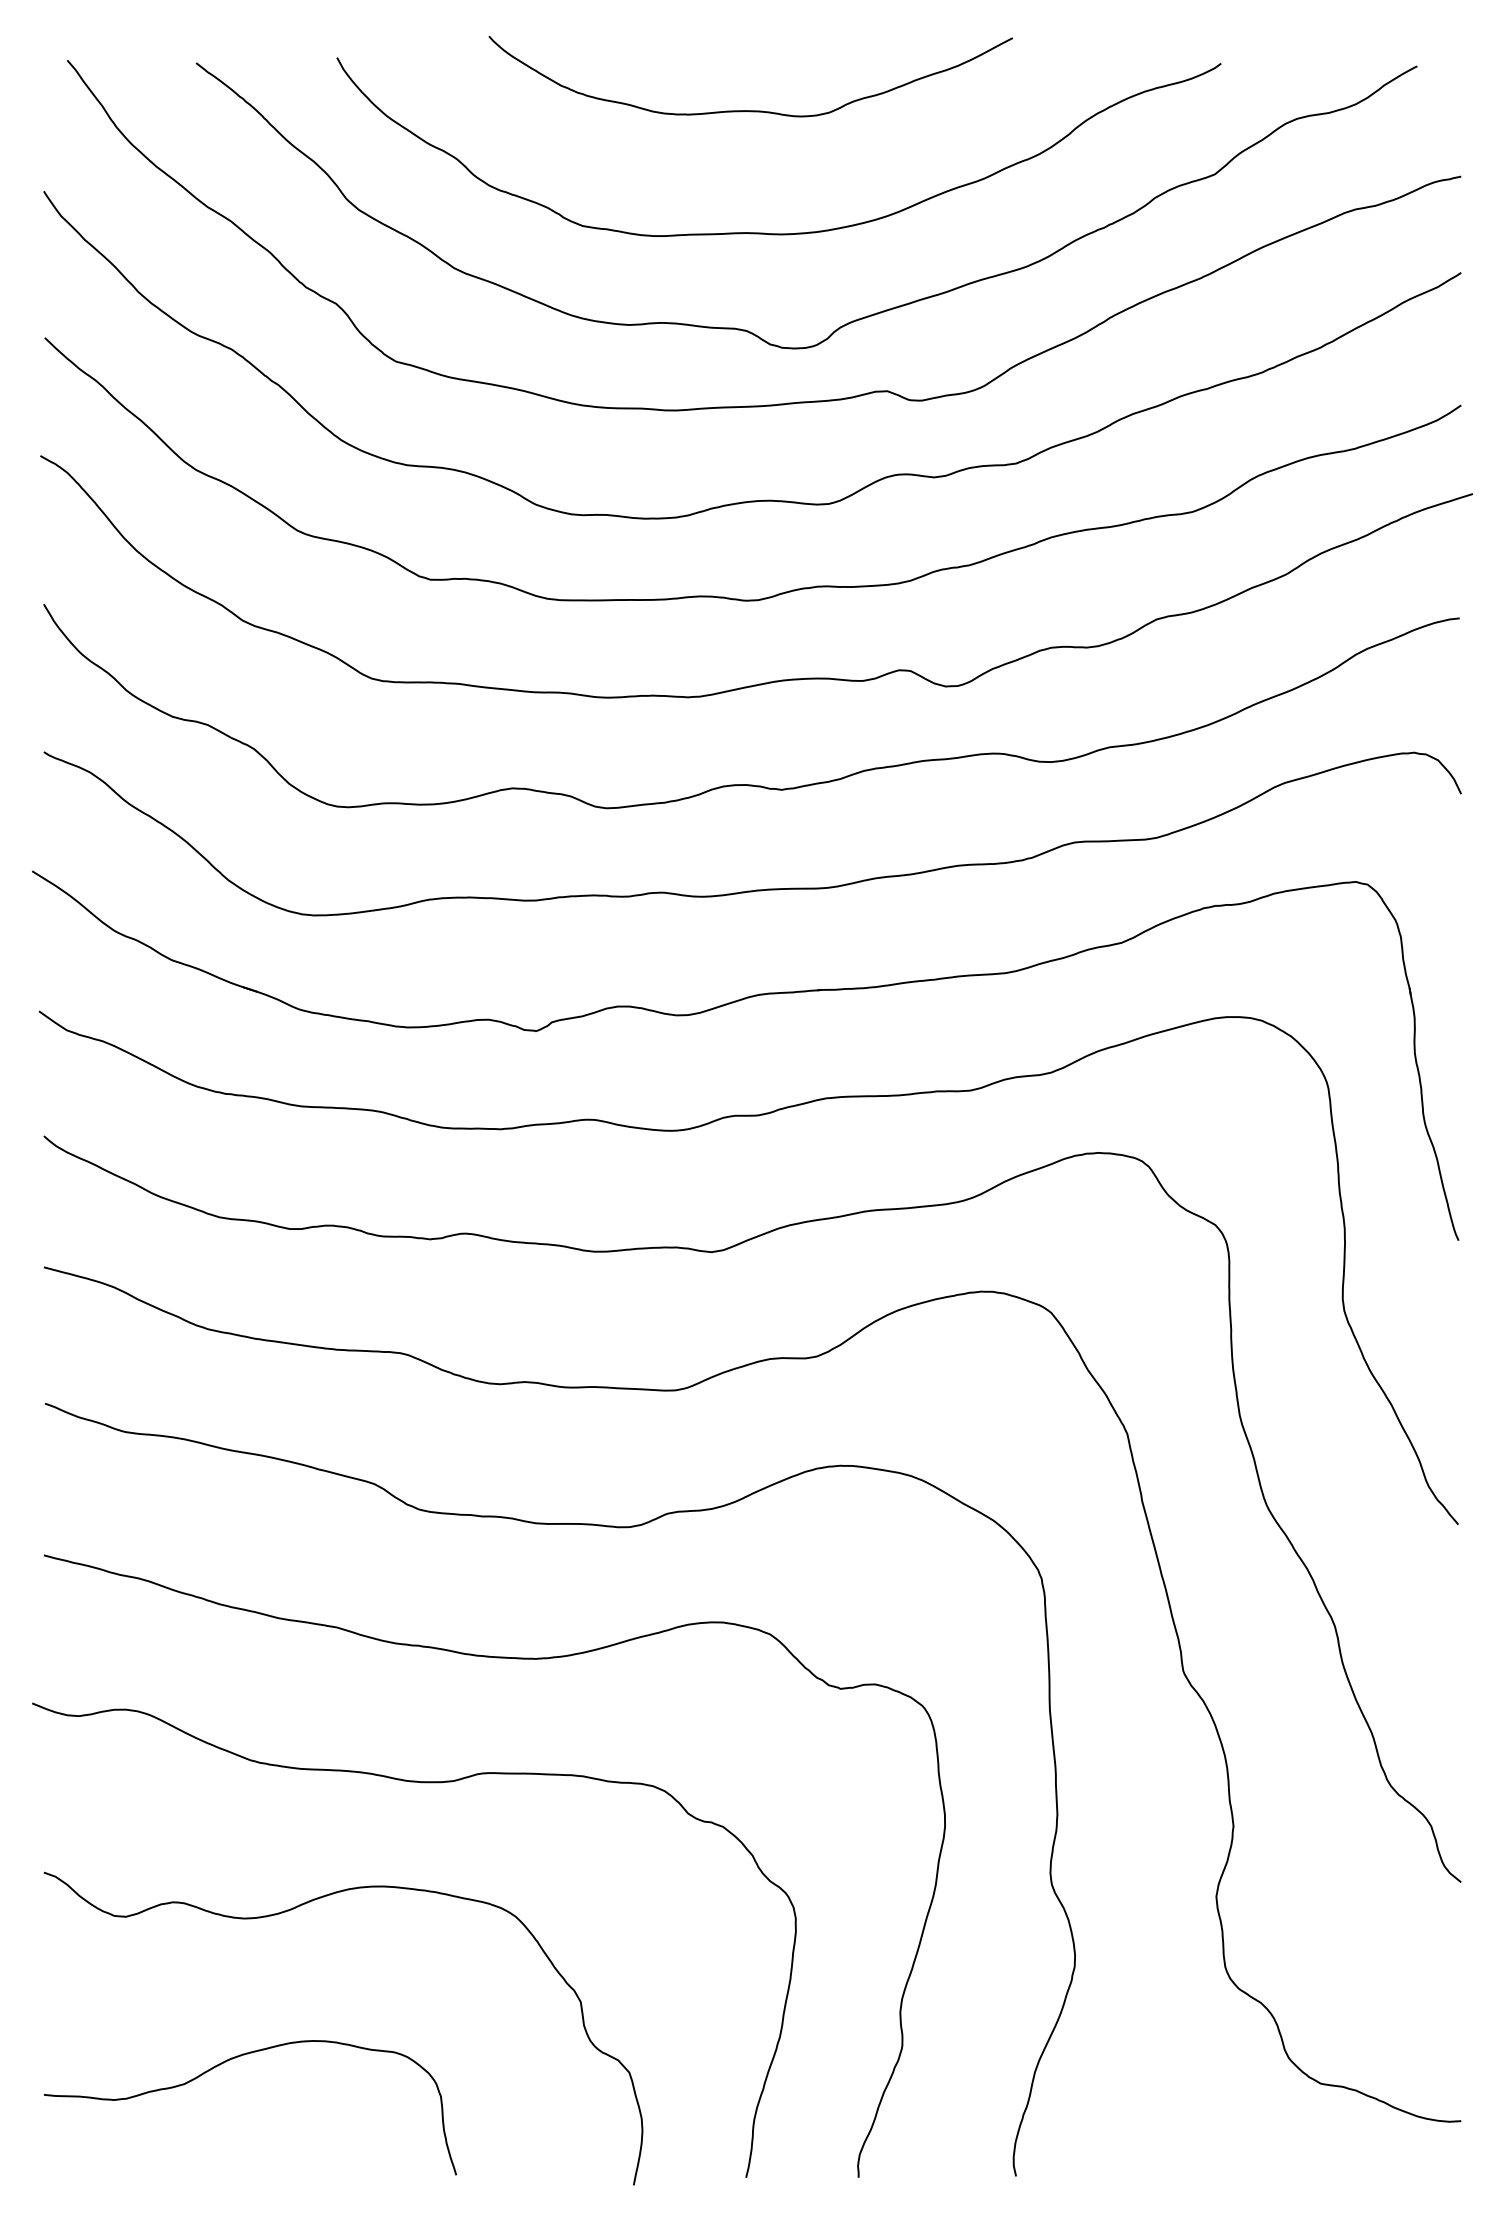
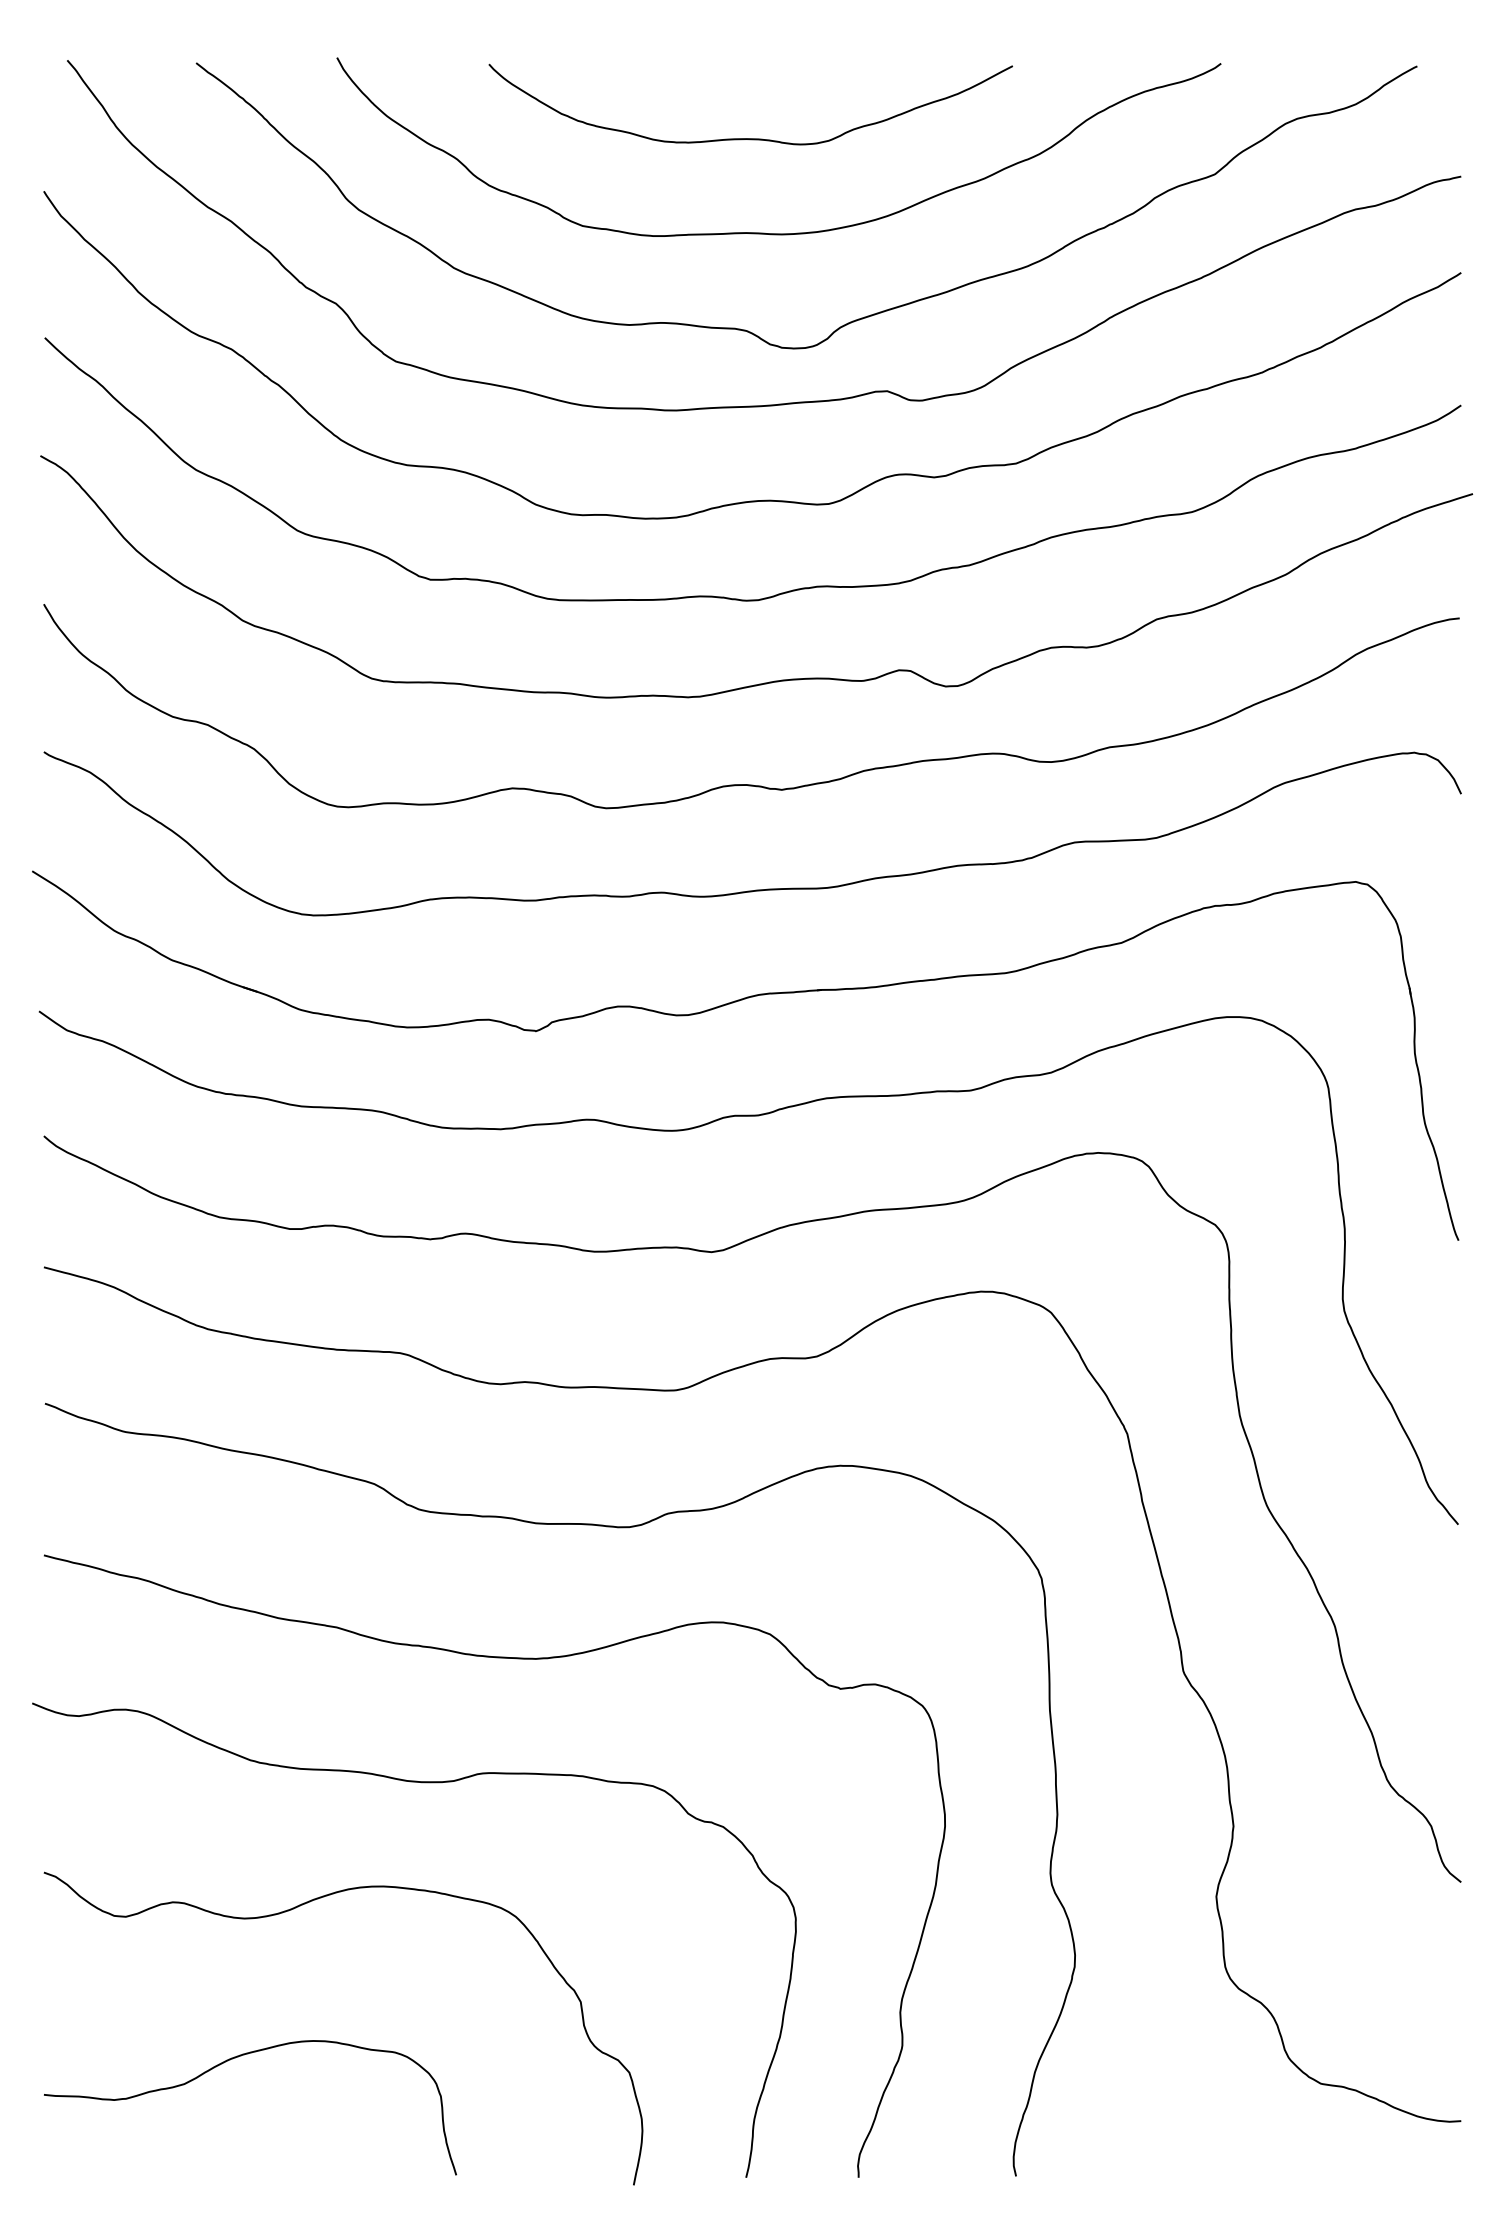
curve at (750, 110) position: (750, 110) -> (750, 138)
